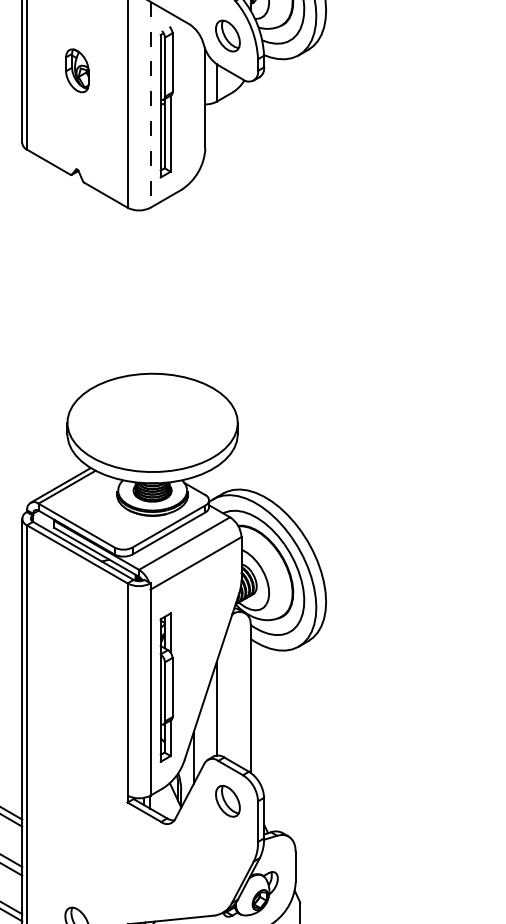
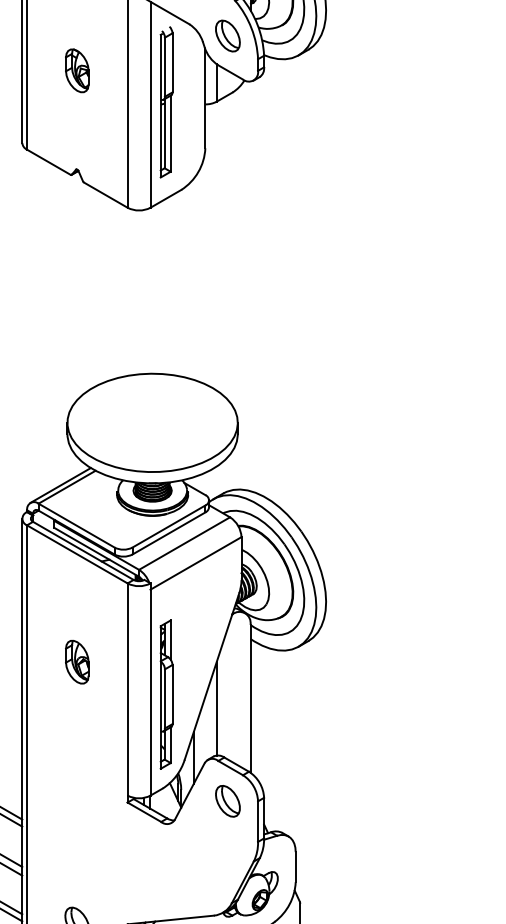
line at (150, 104): dashed -> solid
part at (77, 661): none -> present
part at (166, 687) position: (166, 687) -> (166, 694)
